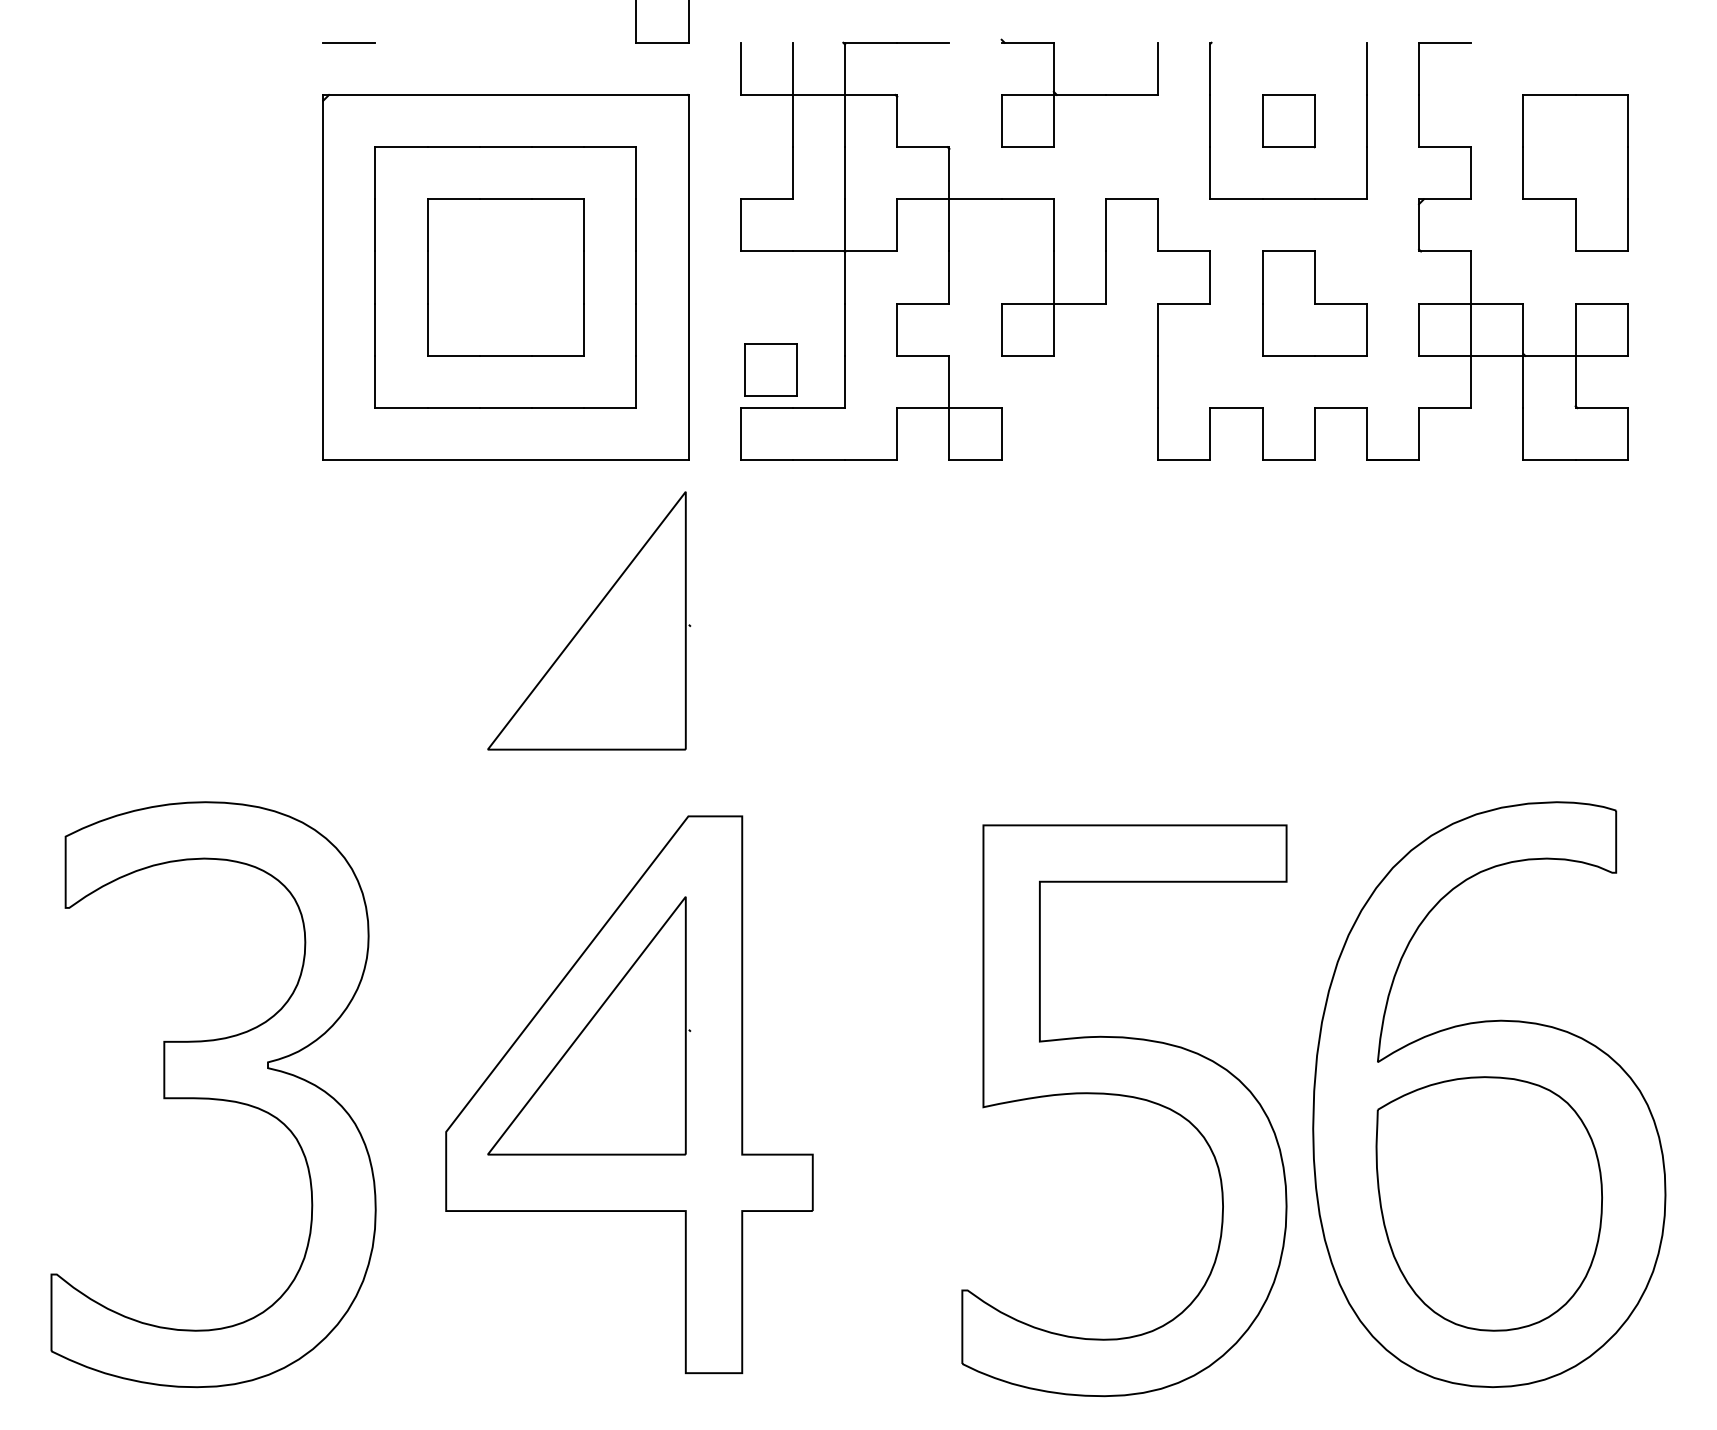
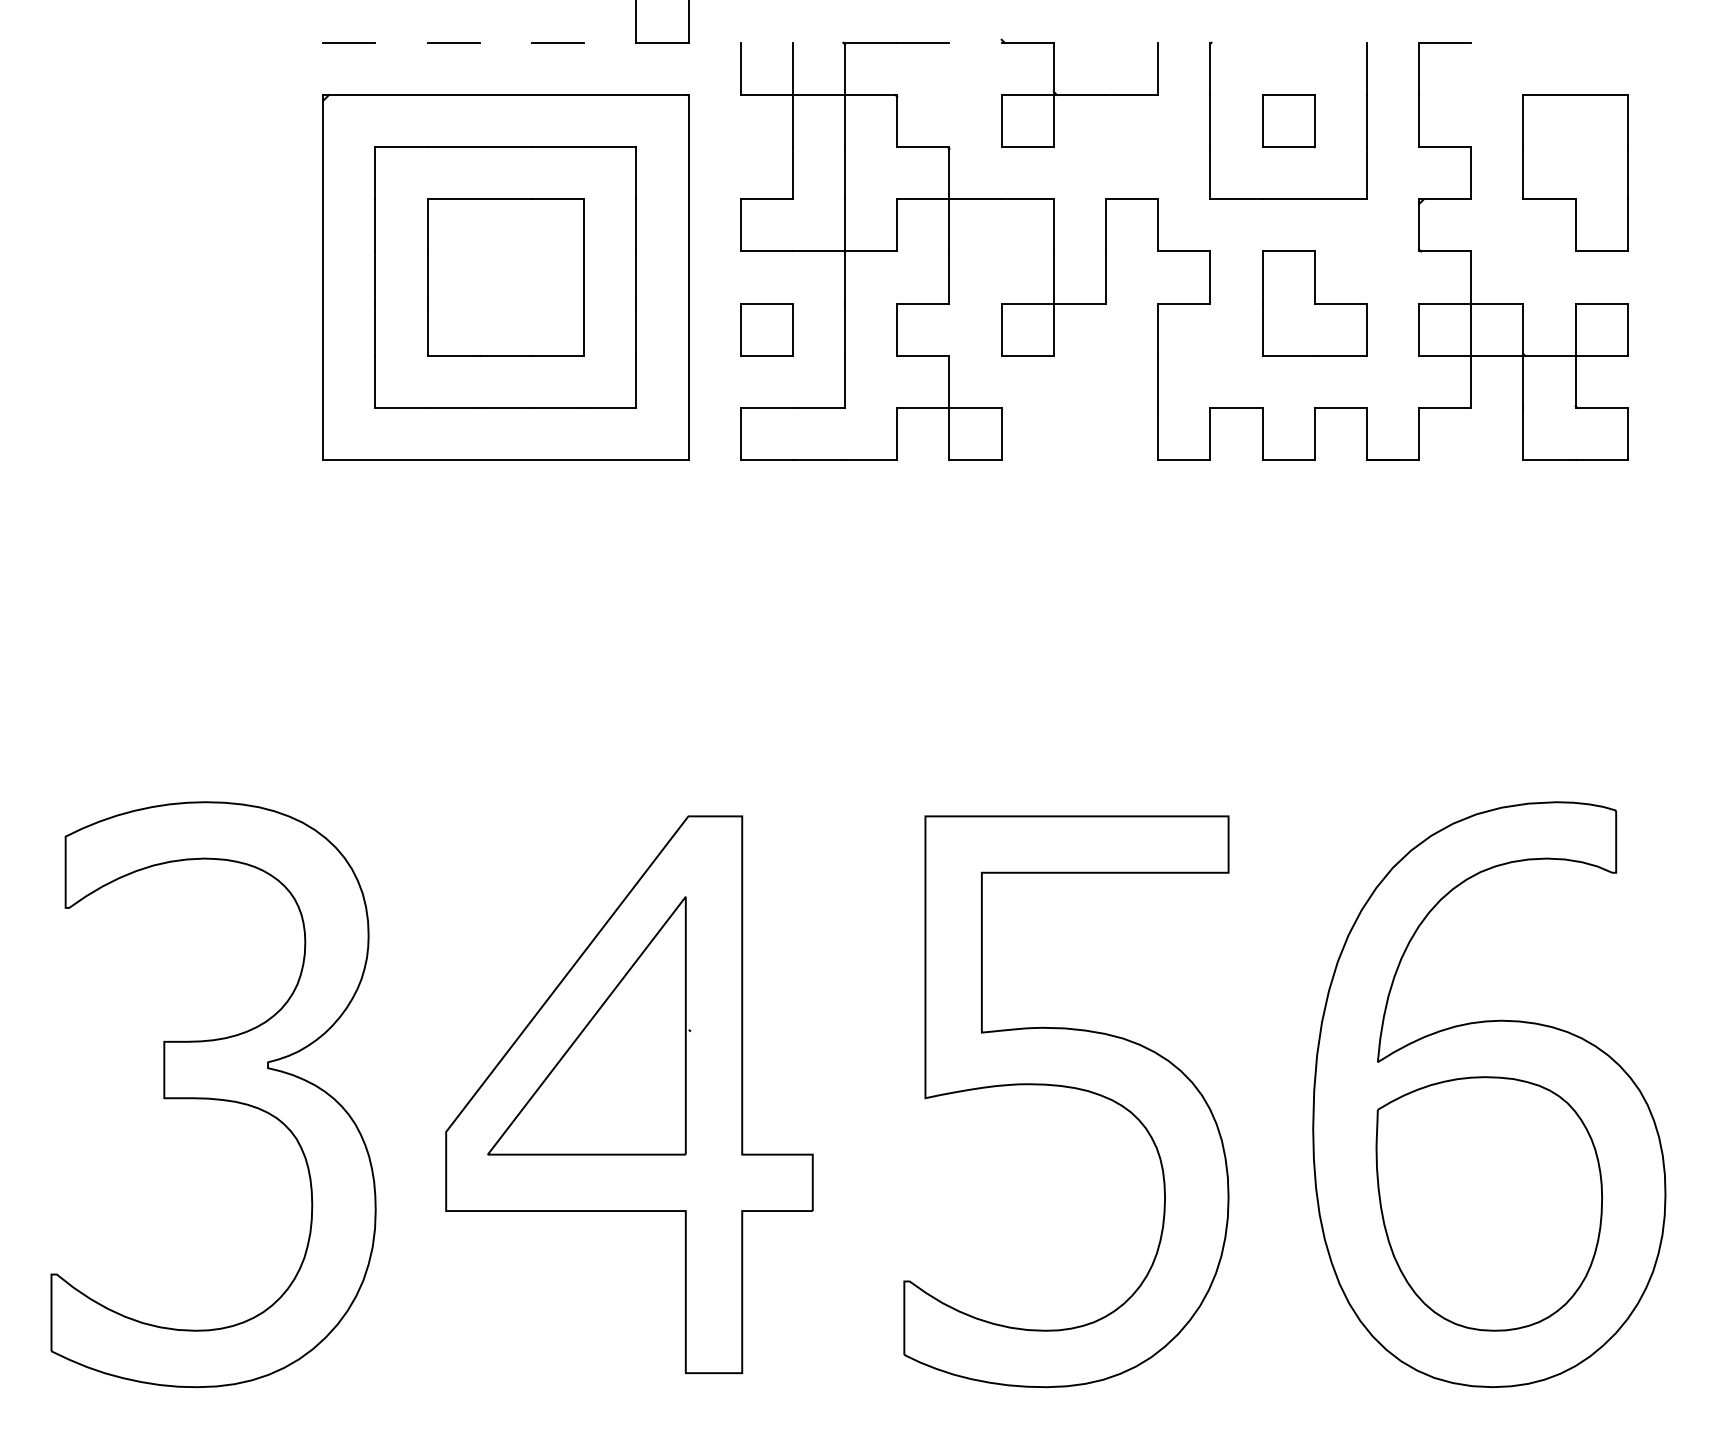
line at (453, 42): none -> present
line at (557, 42): none -> present
part at (770, 369) position: (770, 369) -> (766, 329)
part at (589, 620): present -> none
part at (1127, 1097) position: (1127, 1097) -> (1069, 1088)
